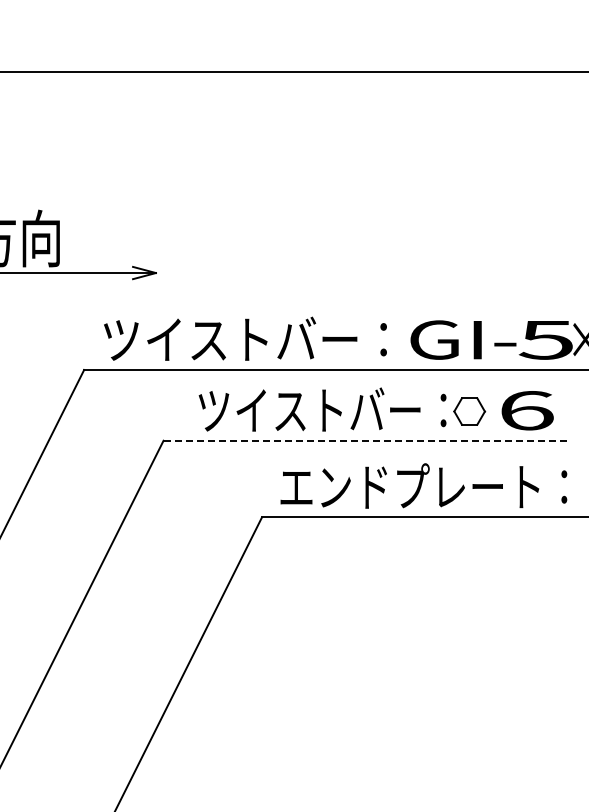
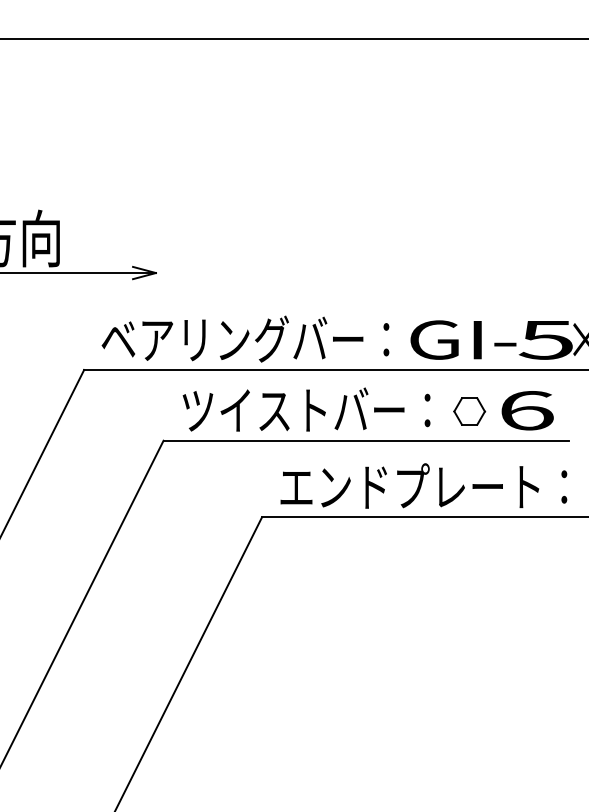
line at (293, 72) position: (293, 72) -> (293, 39)
text at (245, 338): ツイストバー： -> ベアリングバー：
text at (322, 409) position: (322, 409) -> (306, 409)
line at (366, 440): dashed -> solid
